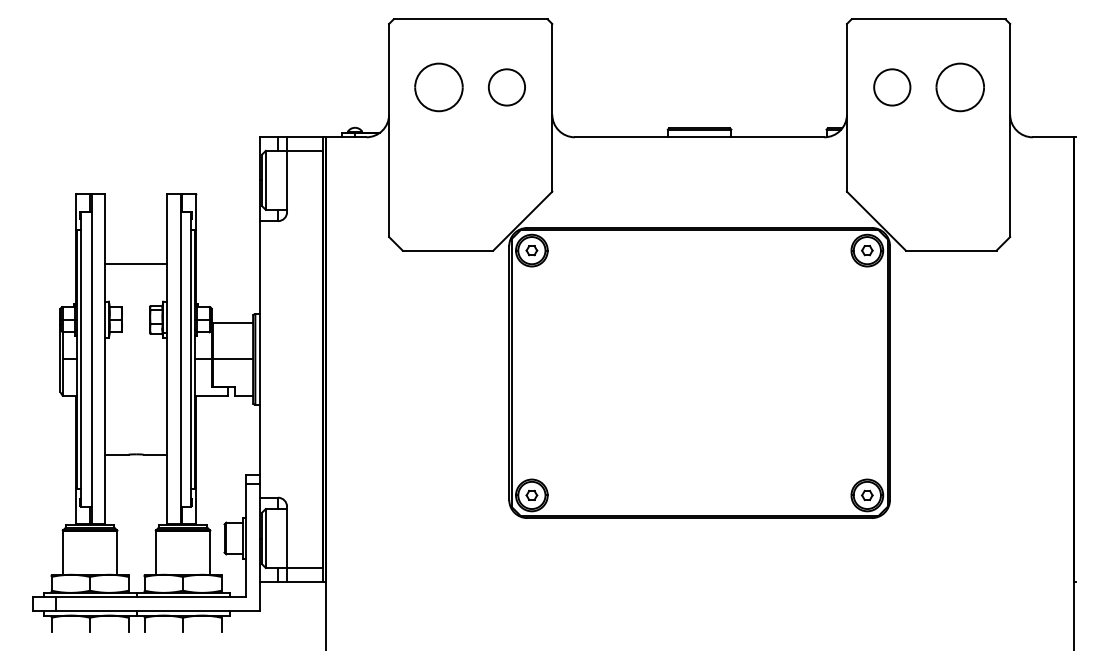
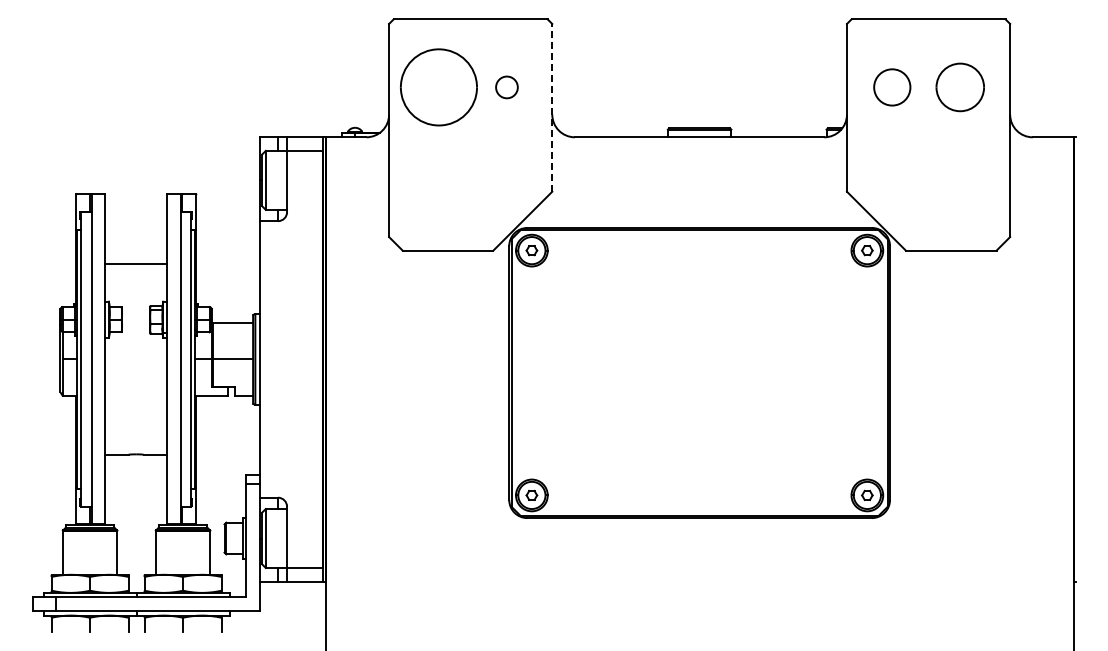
part at (438, 87) size: 50x51 px -> 78x79 px
circle at (506, 87) diameter: 36 px -> 22 px
line at (552, 107): solid -> dashed
